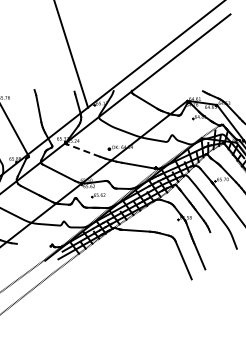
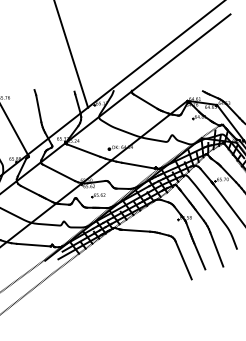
line at (83, 150): dashed -> solid
line at (33, 244): none -> present
line at (216, 249): none -> present
